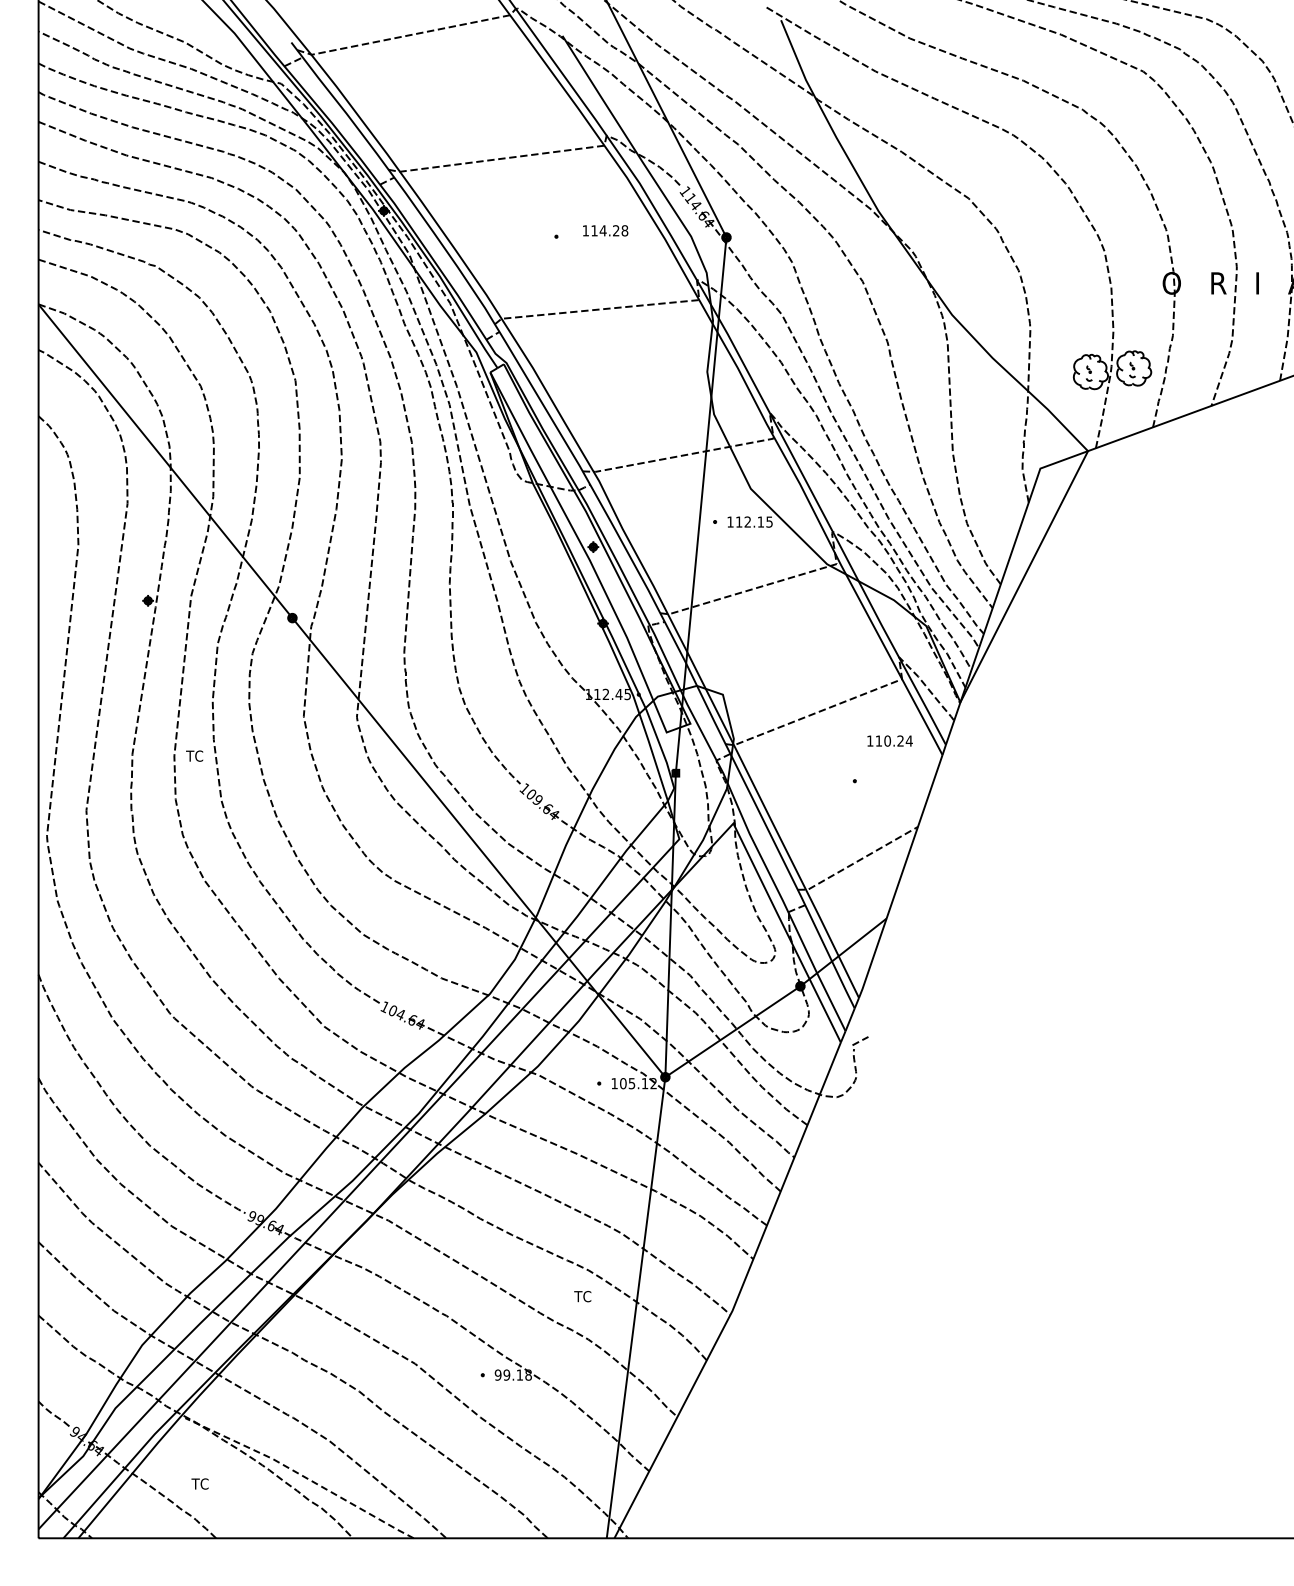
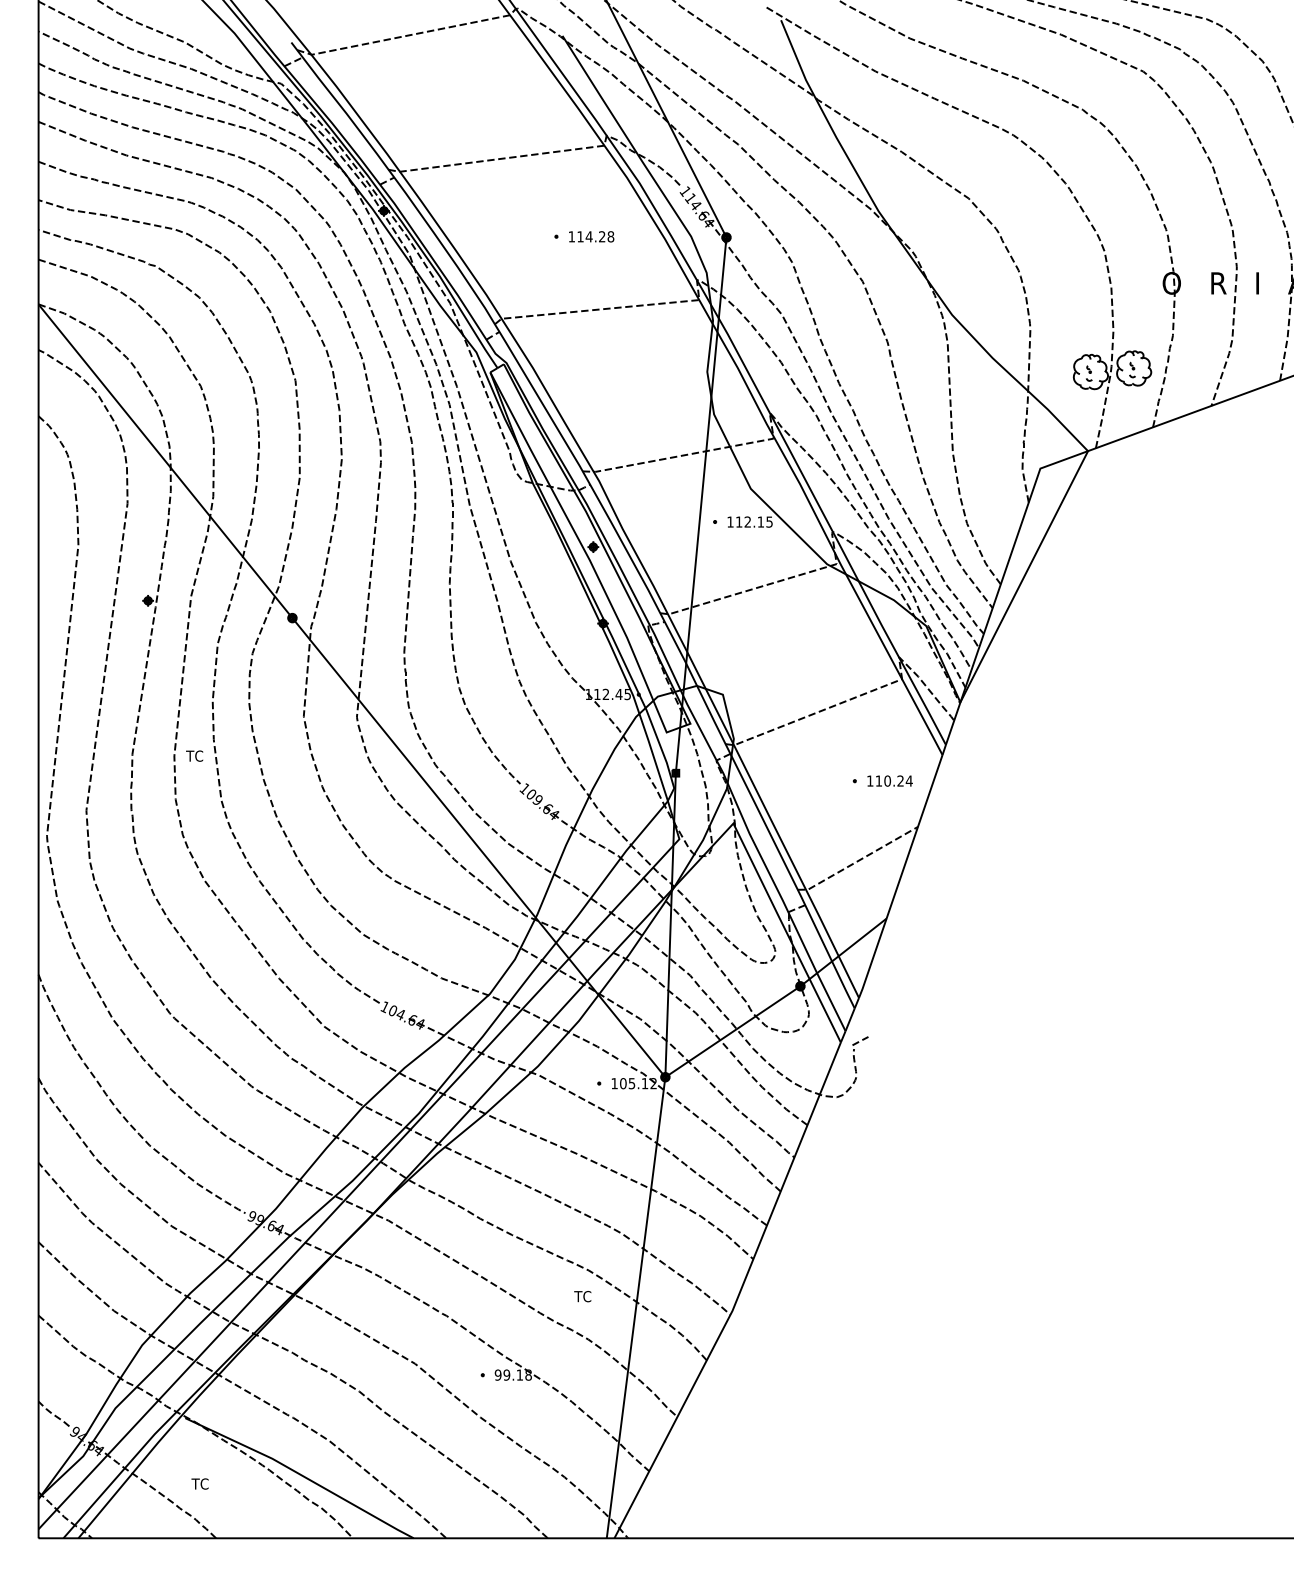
text at (605, 230) position: (605, 230) -> (591, 236)
text at (889, 740) position: (889, 740) -> (889, 780)
line at (300, 1474): dashed -> solid
